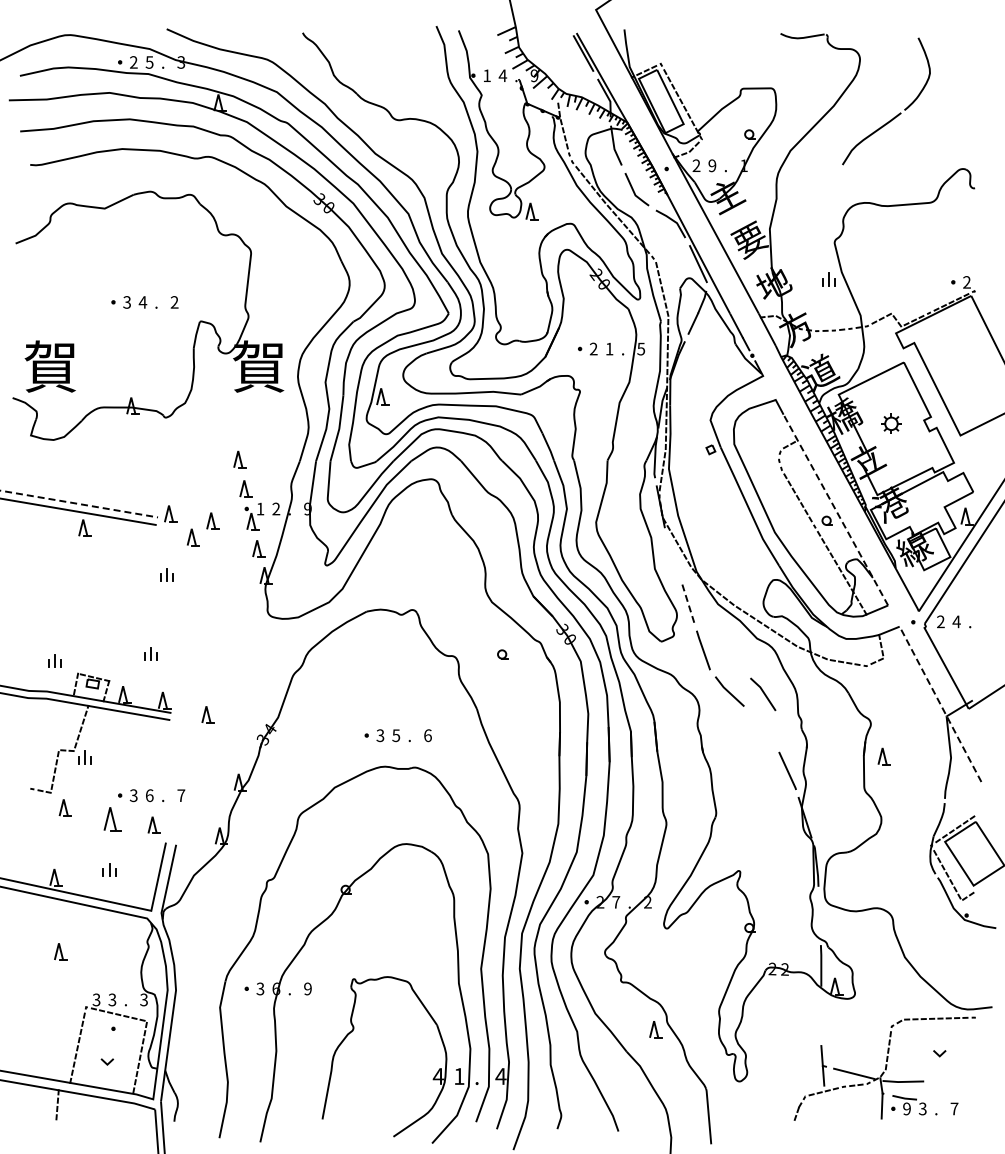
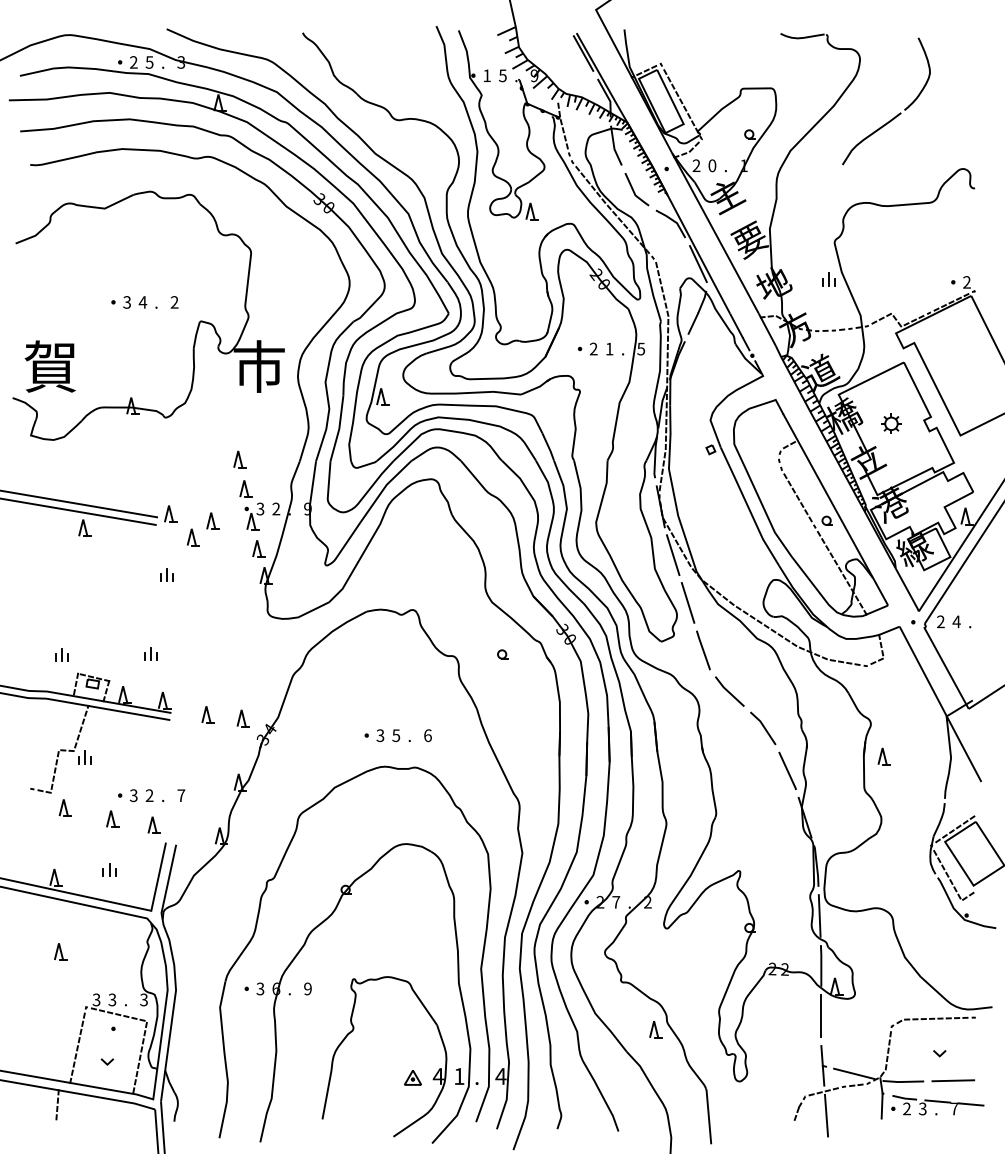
text at (502, 75): 4 -> 5
text at (712, 165): 9 -> 0
text at (258, 366): 賀 -> 市
line at (79, 504): dashed -> solid
text at (260, 508): 1 -> 3
line at (835, 509): dashed -> solid
line at (672, 555): none -> present
line at (688, 602): dashed -> solid
part at (54, 660) position: (54, 660) -> (61, 654)
line at (763, 694) position: (763, 694) -> (763, 728)
line at (940, 704): dashed -> solid
part at (242, 718): none -> present
text at (149, 795): 6 -> 2
part at (112, 819) size: 19x25 px -> 14x18 px
line at (819, 915): none -> present
line at (821, 1015): none -> present
part at (412, 1077): none -> present
line at (953, 1080): none -> present
line at (937, 1101): none -> present
line at (970, 1104): none -> present
text at (906, 1109): 9 -> 2
line at (826, 1115): none -> present
